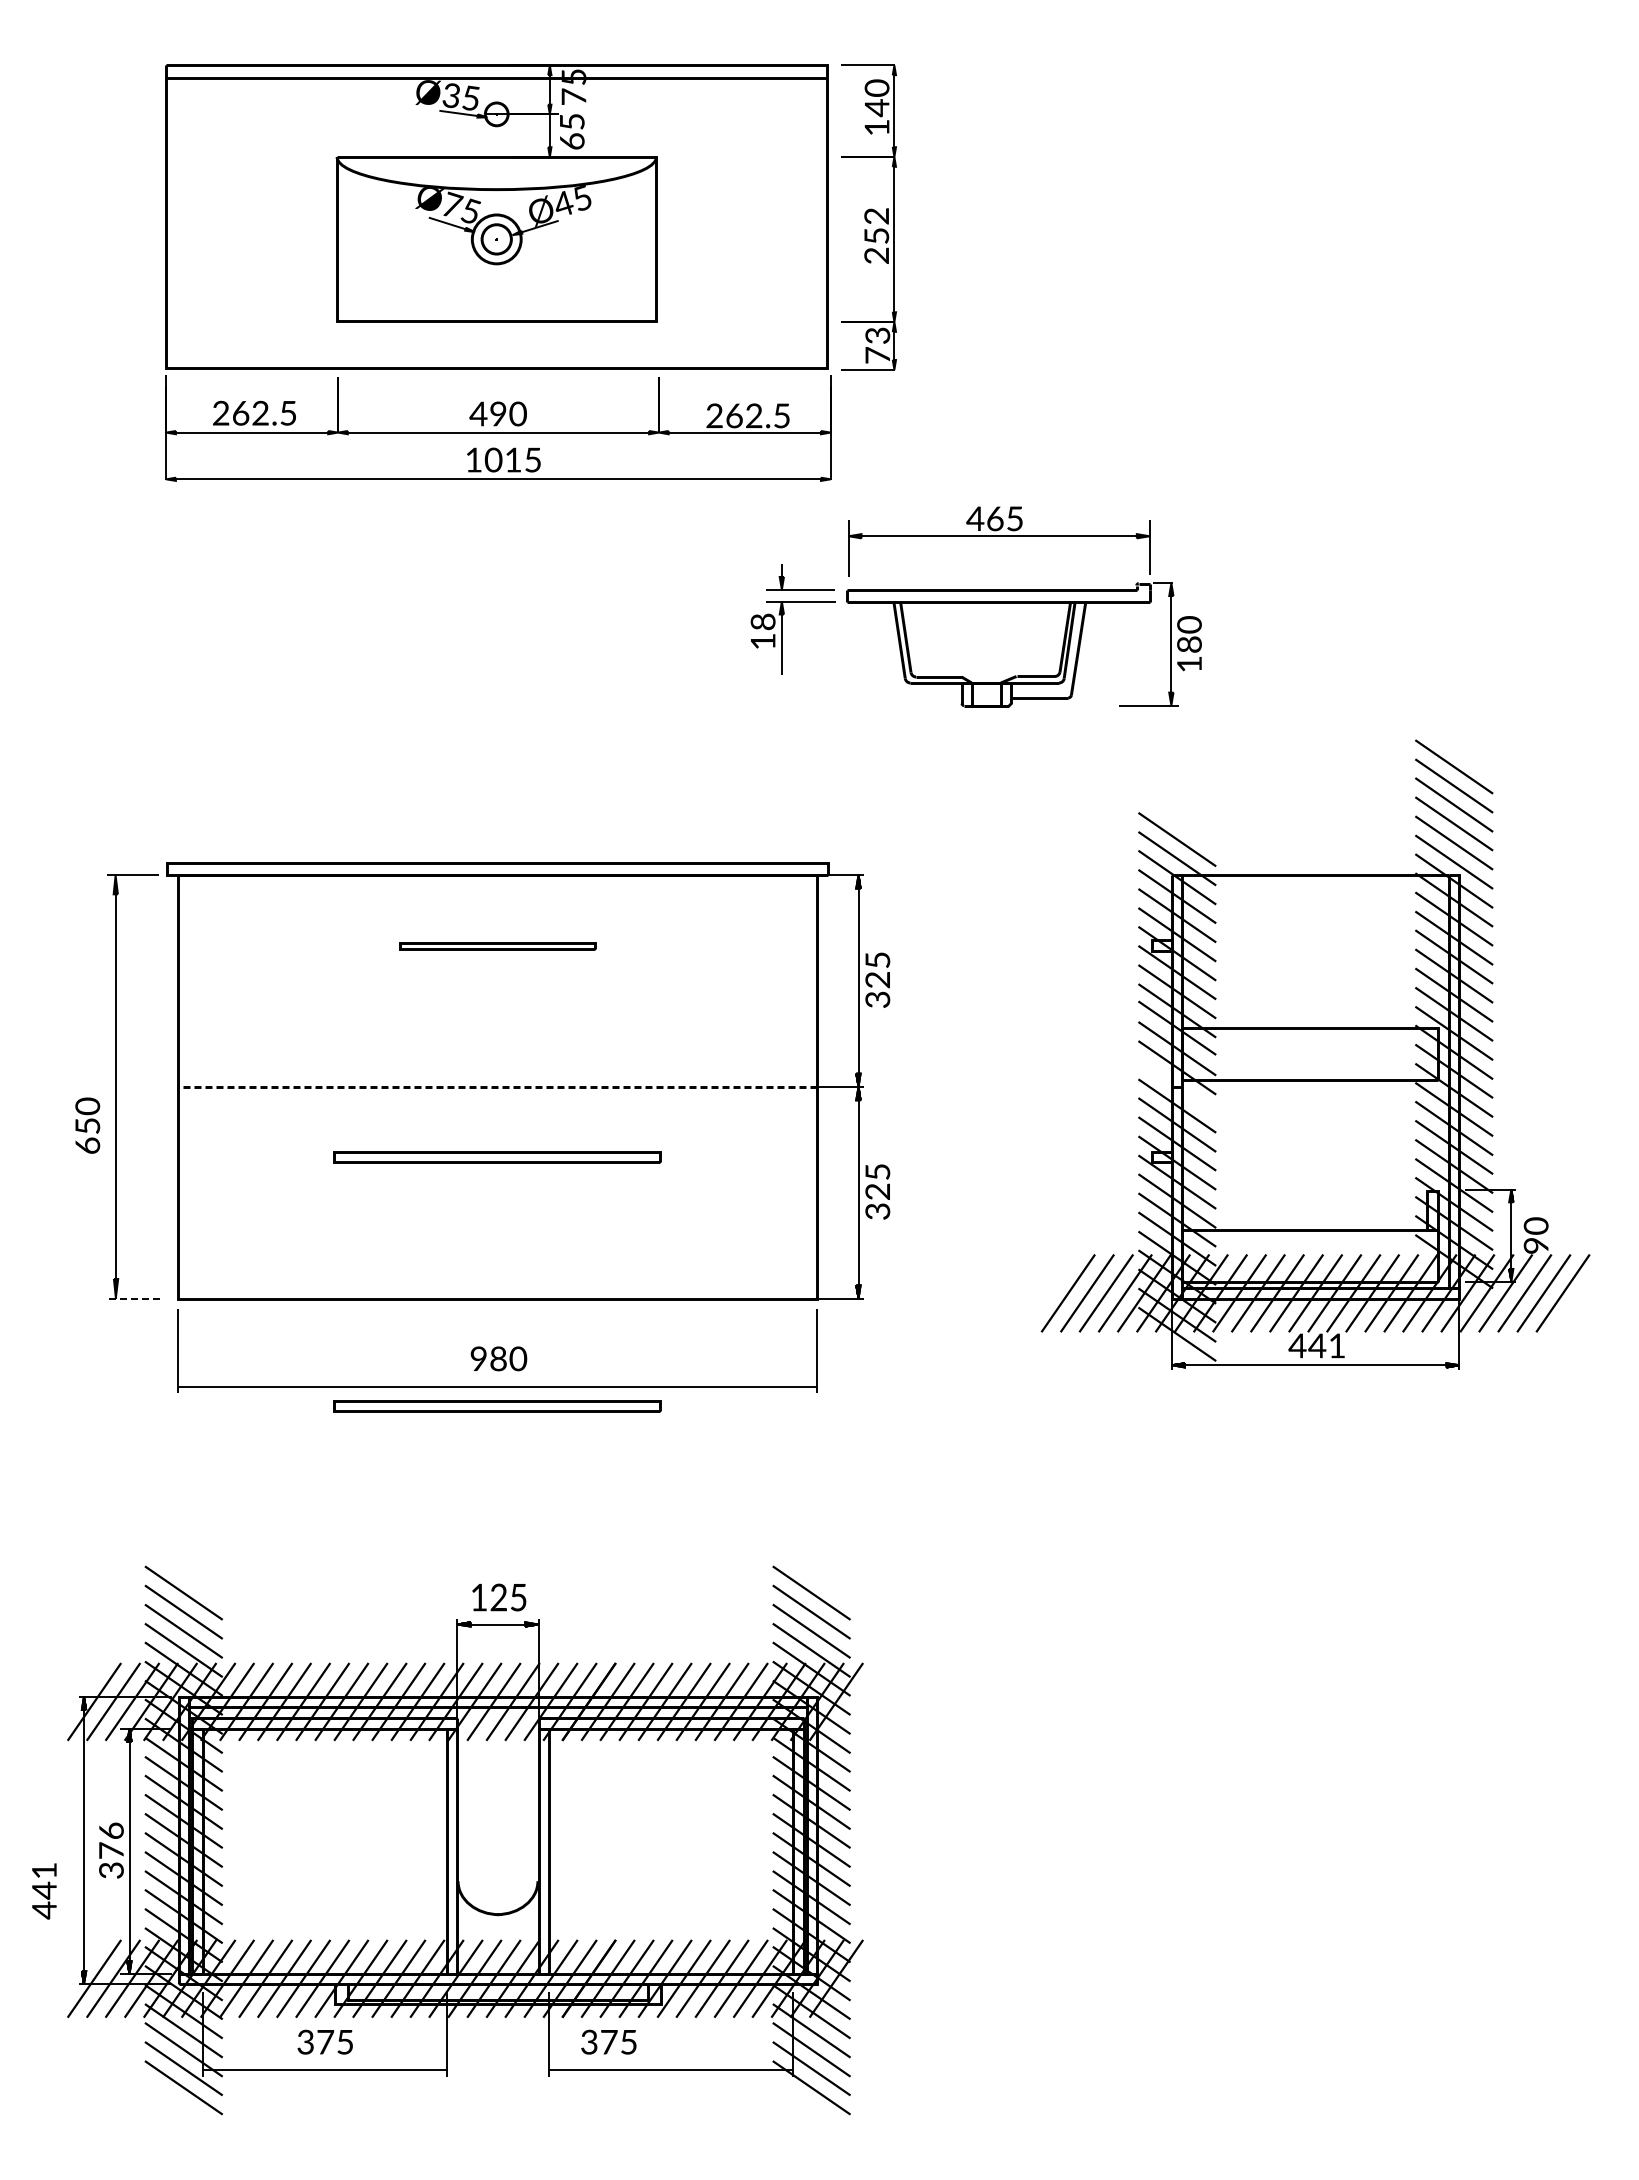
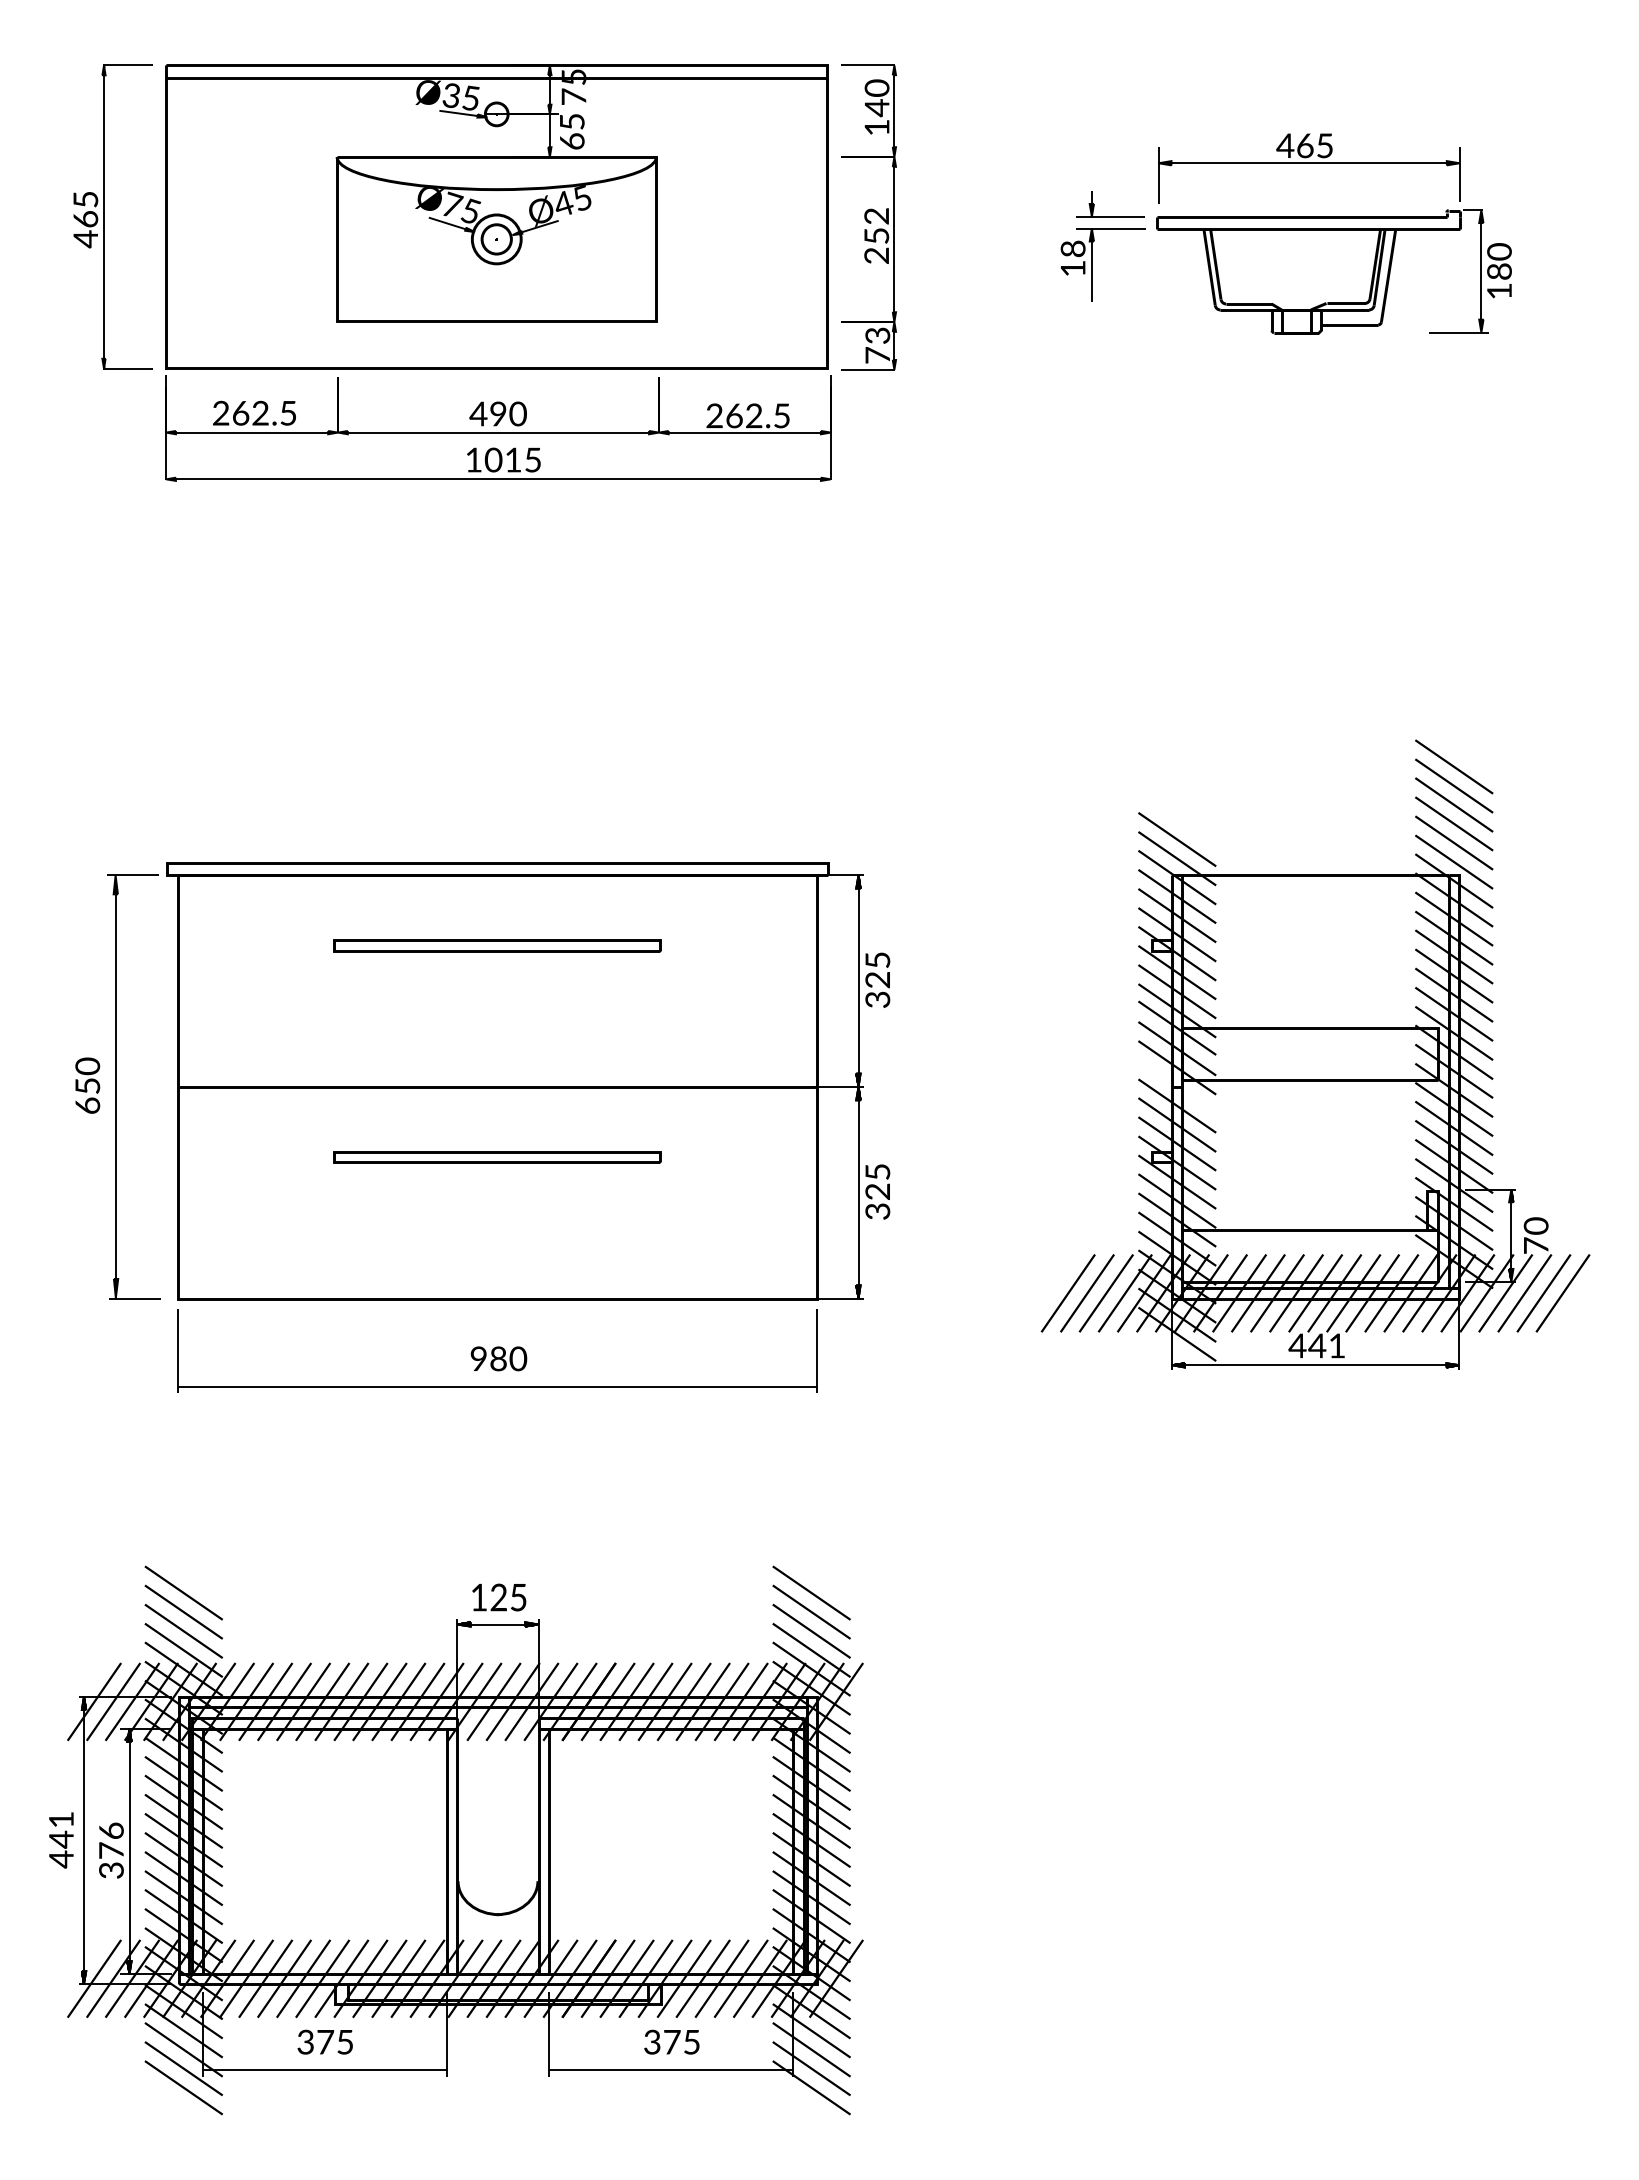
part at (104, 216): none -> present
part at (975, 606) position: (975, 606) -> (1285, 233)
part at (497, 946) size: 198x9 px -> 329x14 px
line at (496, 1086): dashed -> solid
text at (87, 1125) position: (87, 1125) -> (87, 1085)
text at (1535, 1245): 90 -> 70
line at (135, 1298): dashed -> solid
part at (497, 1406): present -> none
text at (44, 1891) position: (44, 1891) -> (61, 1840)
text at (608, 2041) position: (608, 2041) -> (671, 2041)
